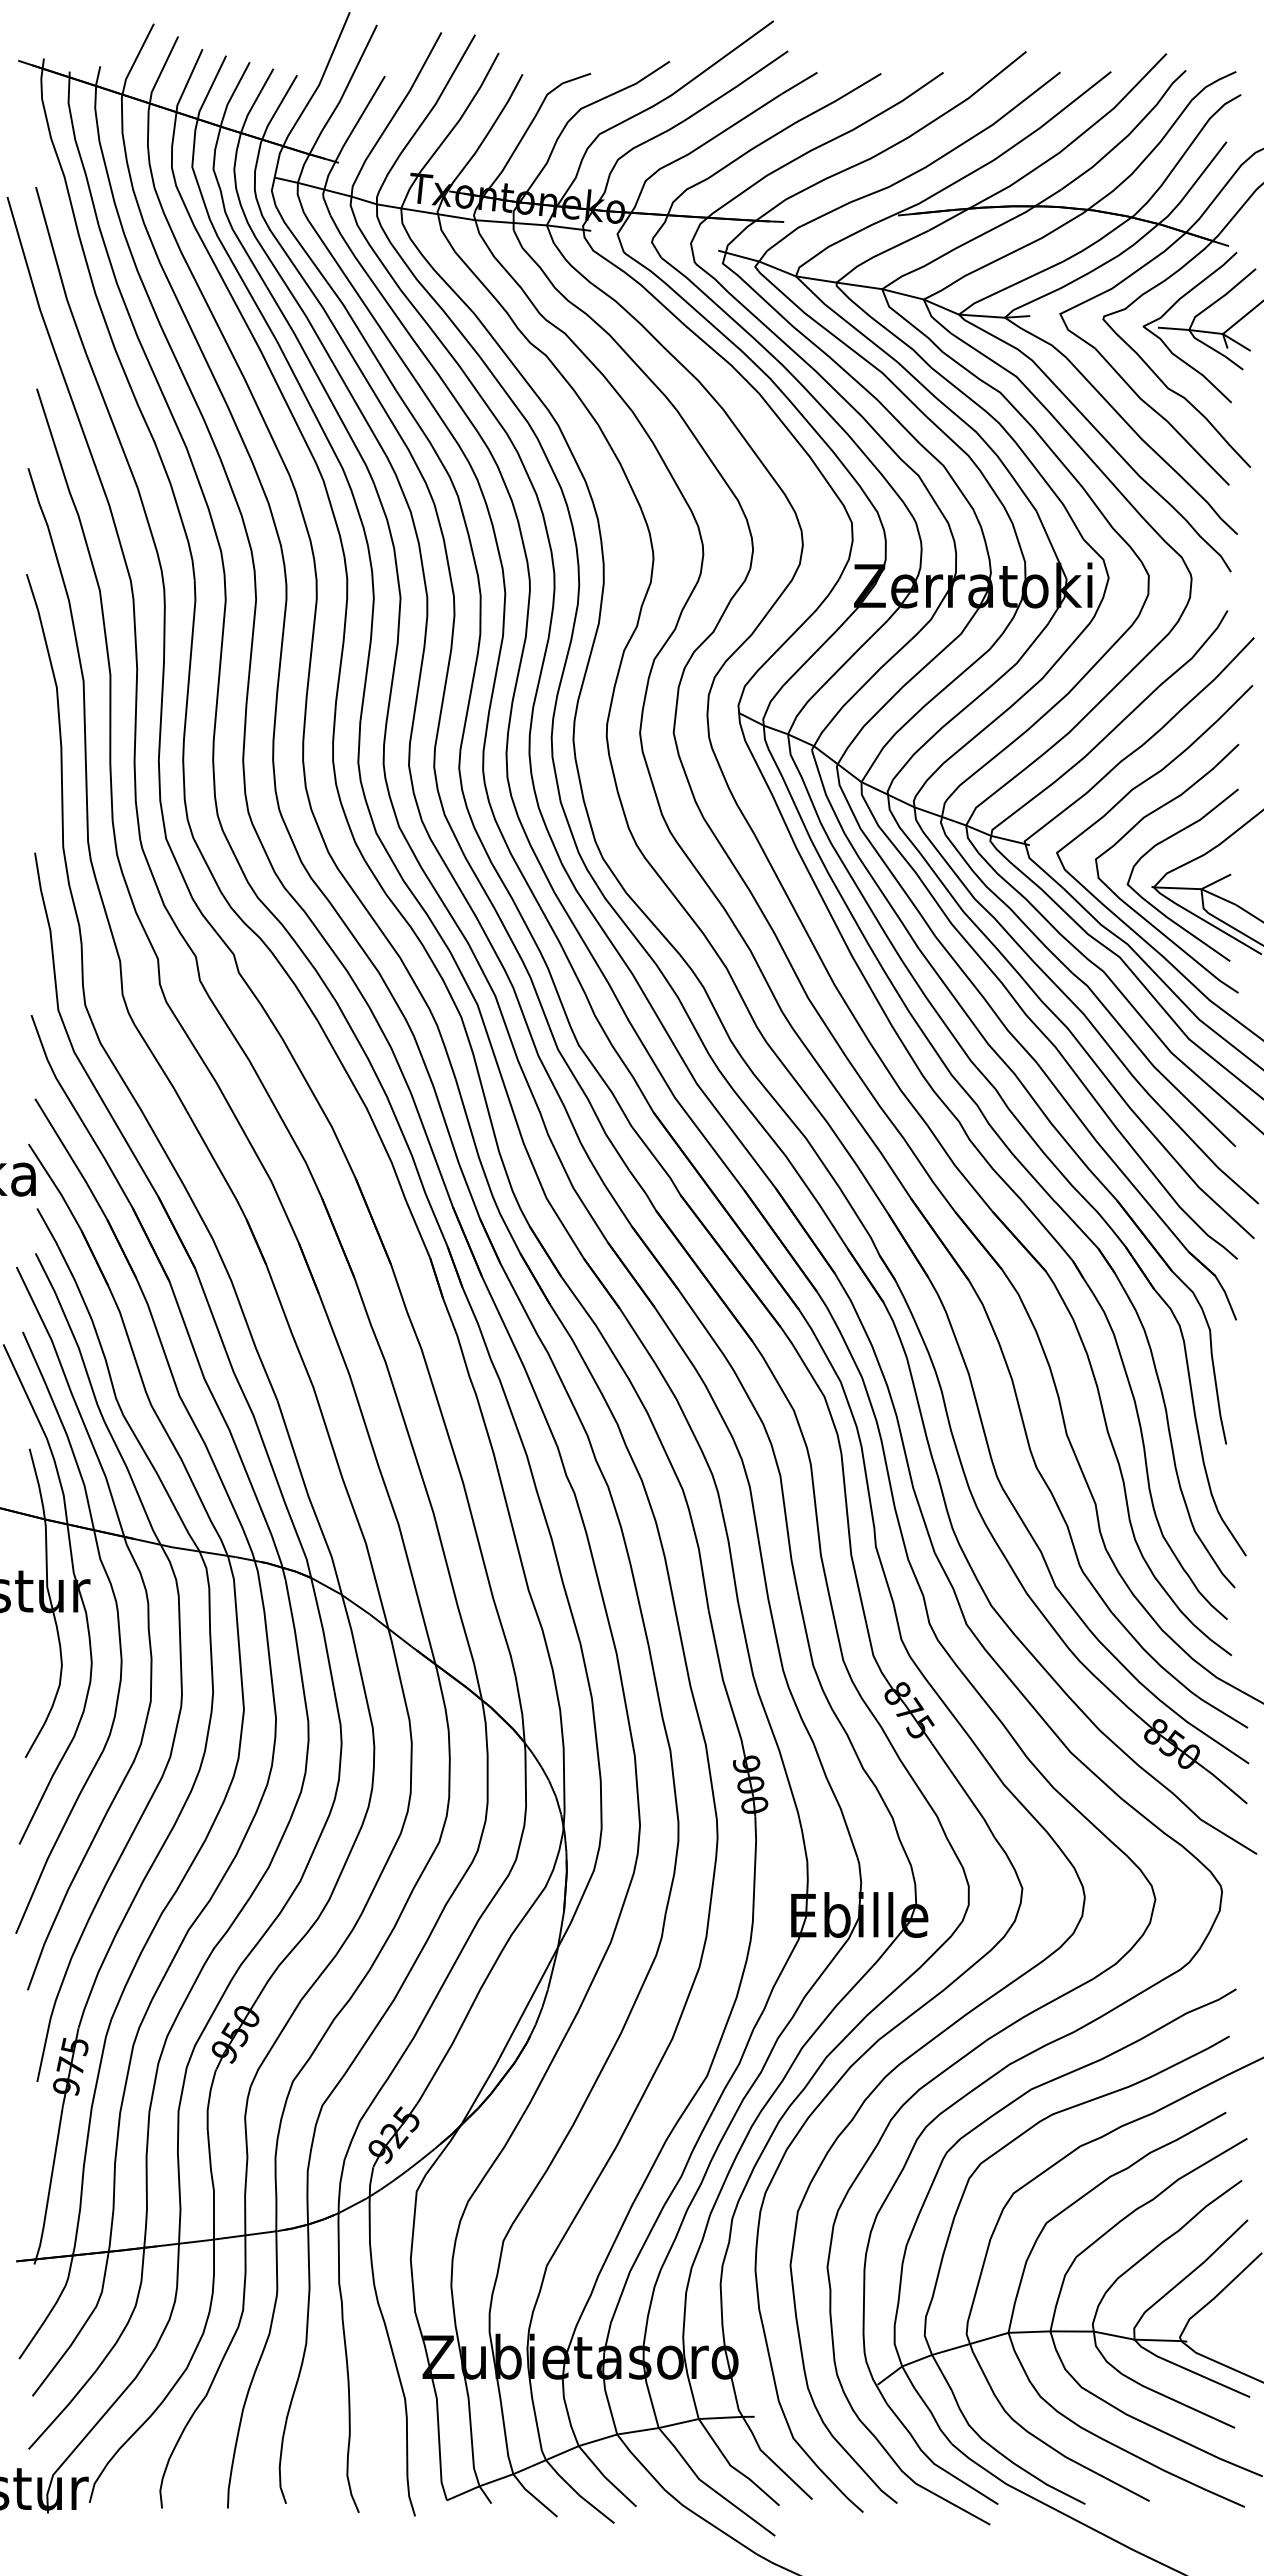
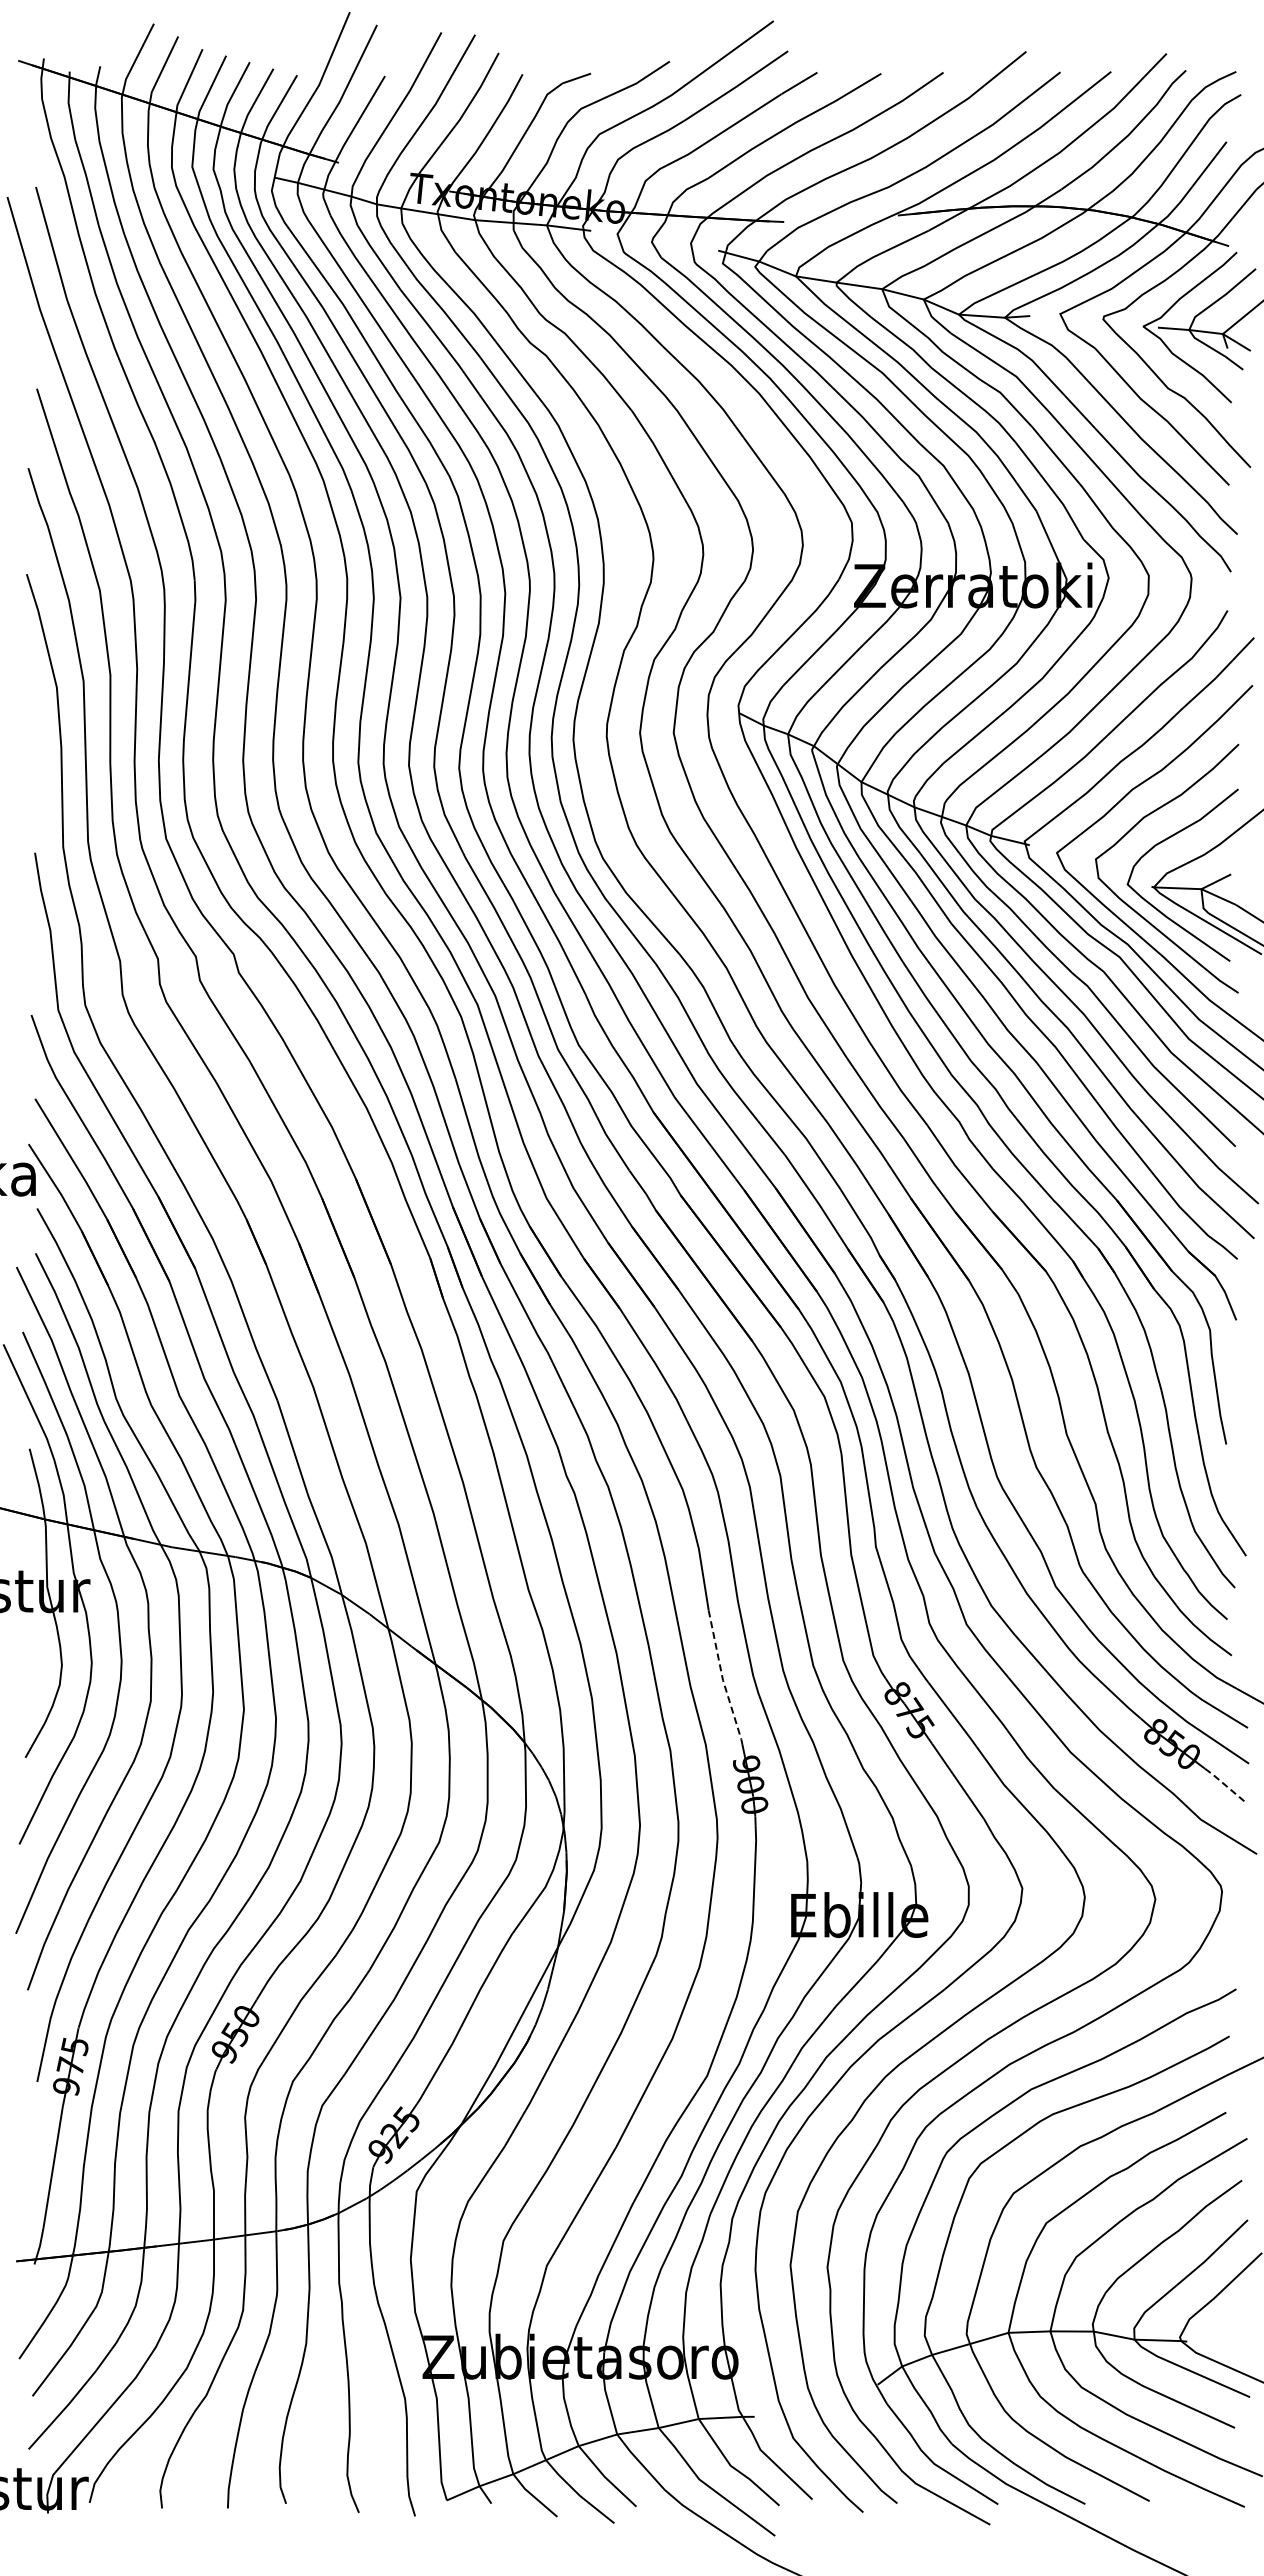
line at (722, 1679): solid -> dashed
line at (1225, 1785): solid -> dashed
